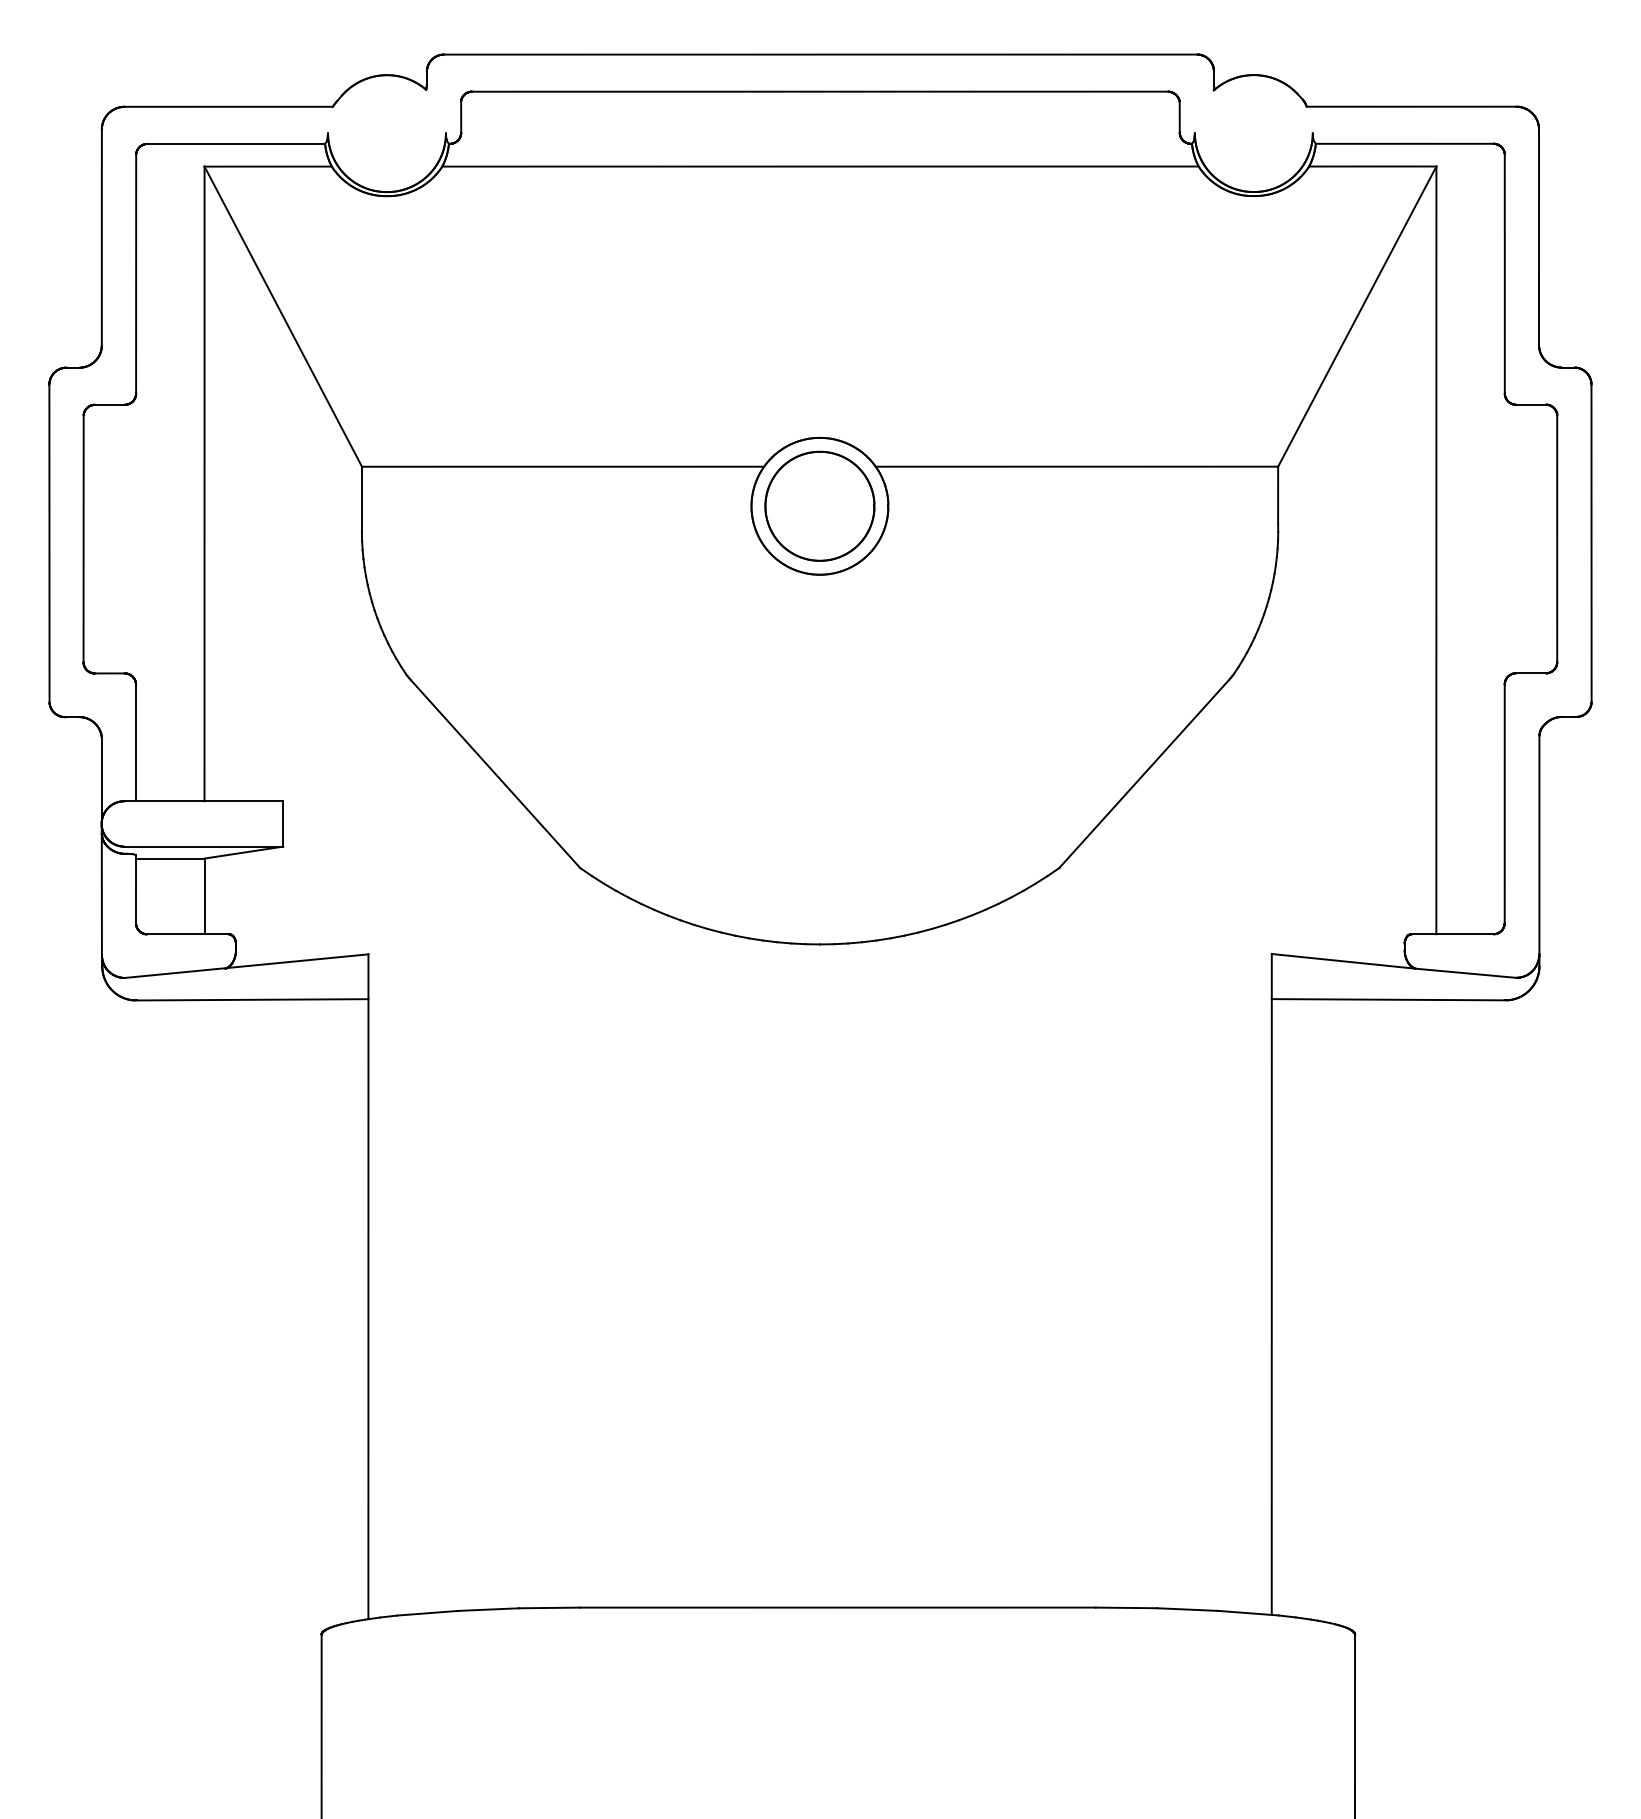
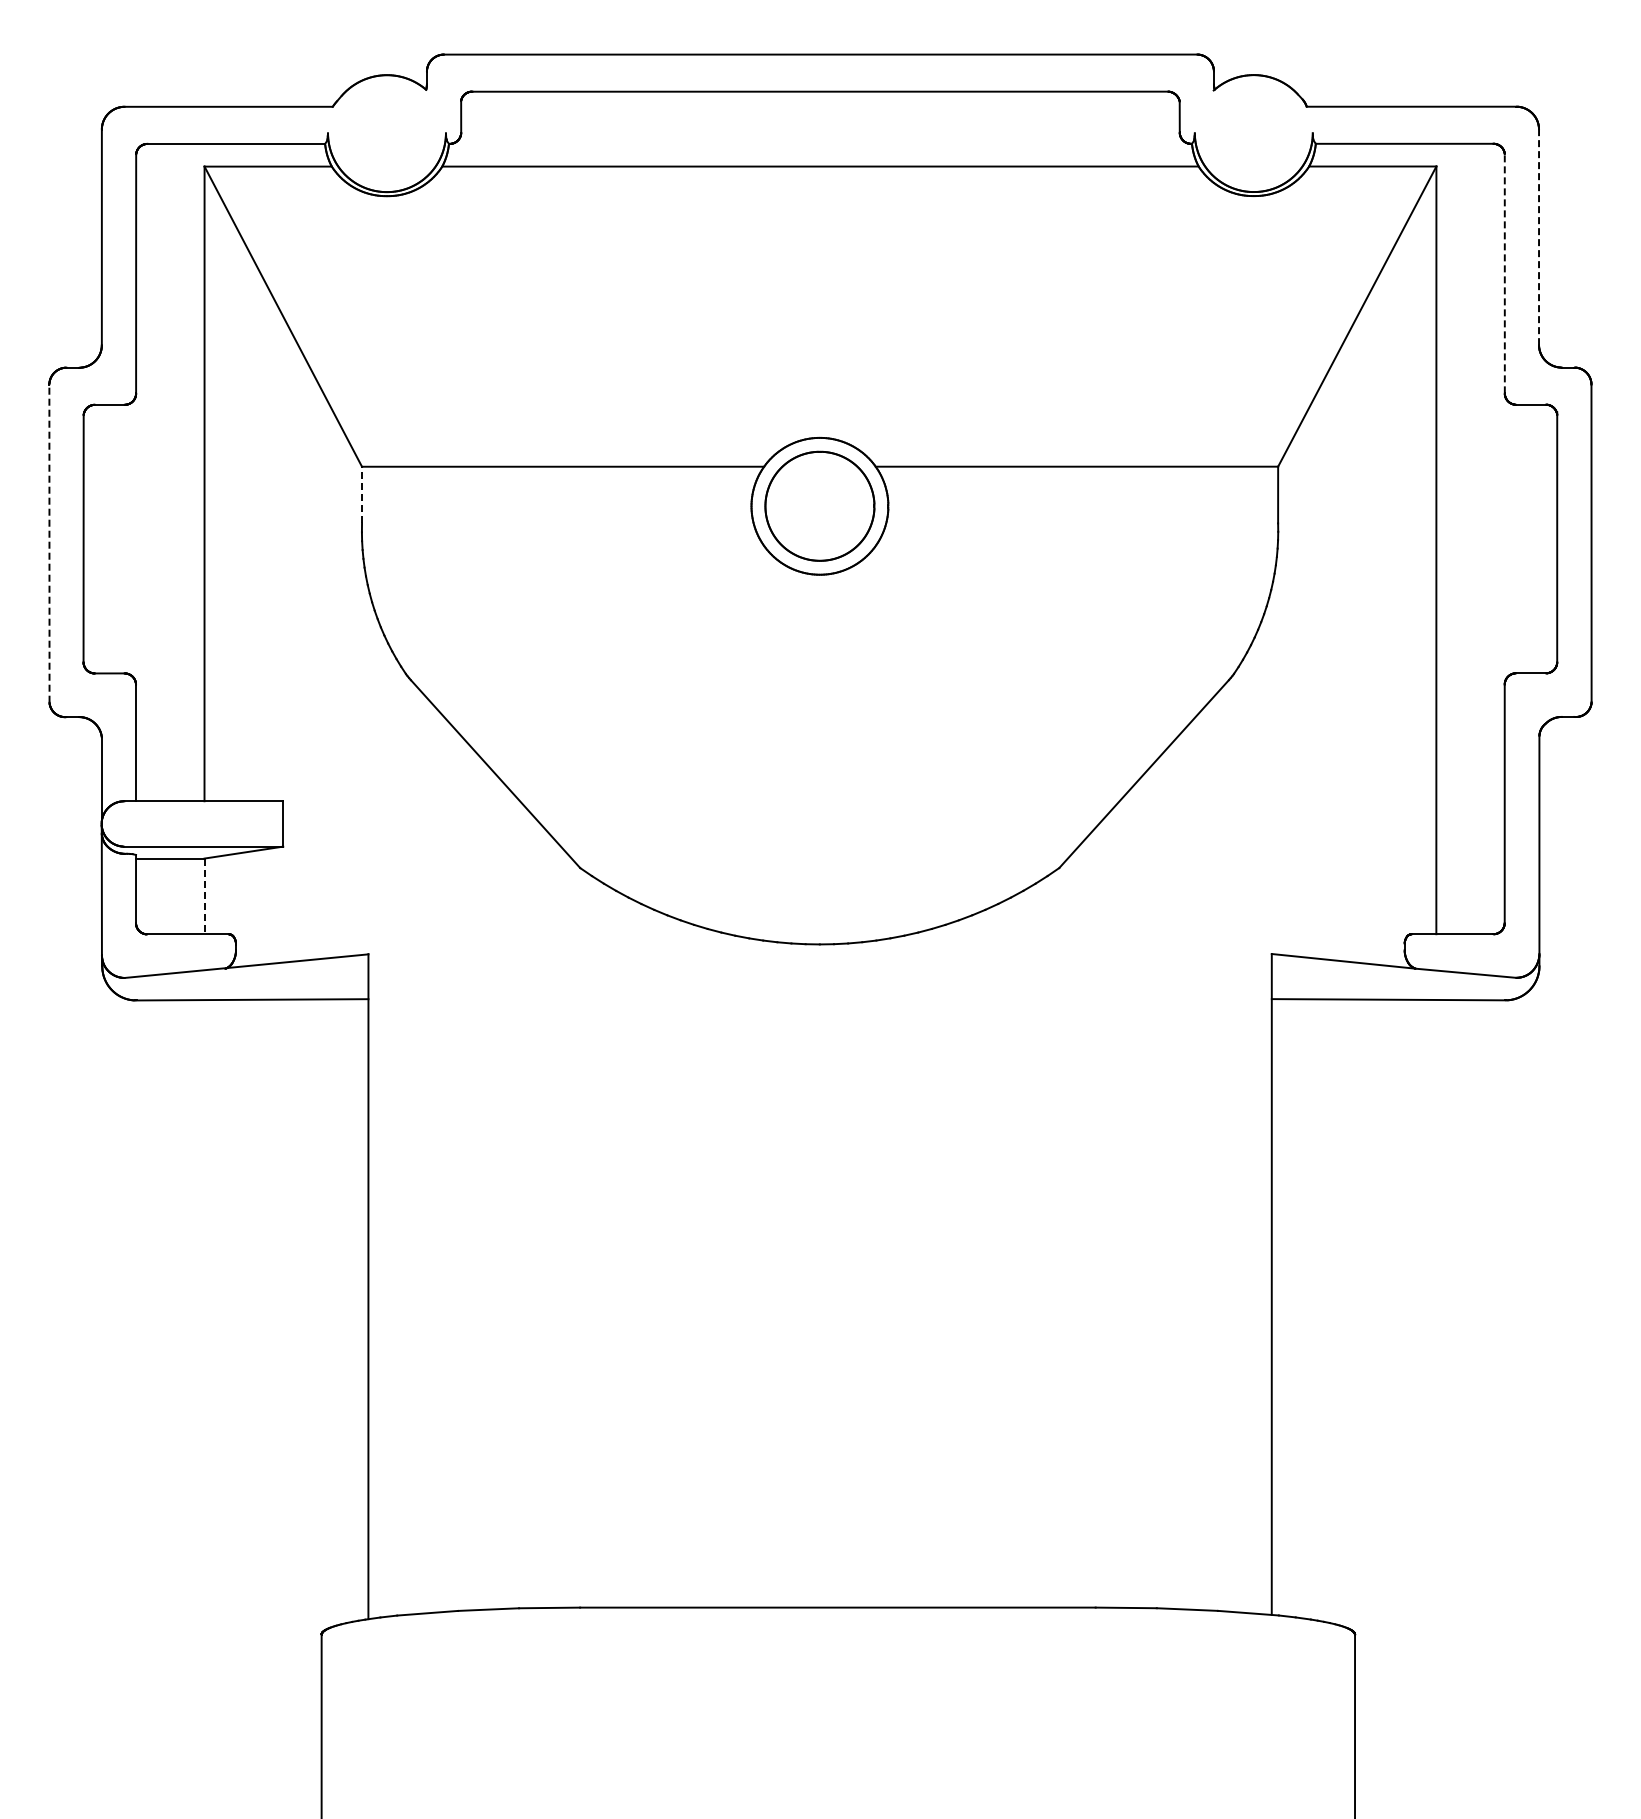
line at (1539, 237): solid -> dashed
line at (1504, 273): solid -> dashed
line at (362, 494): solid -> dashed
line at (49, 543): solid -> dashed
line at (204, 896): solid -> dashed
